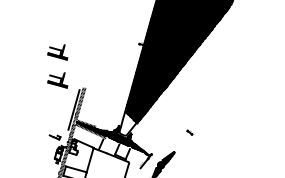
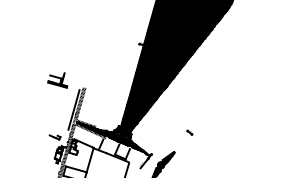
part at (57, 52): present -> none
hatch at (127, 123): none -> present
